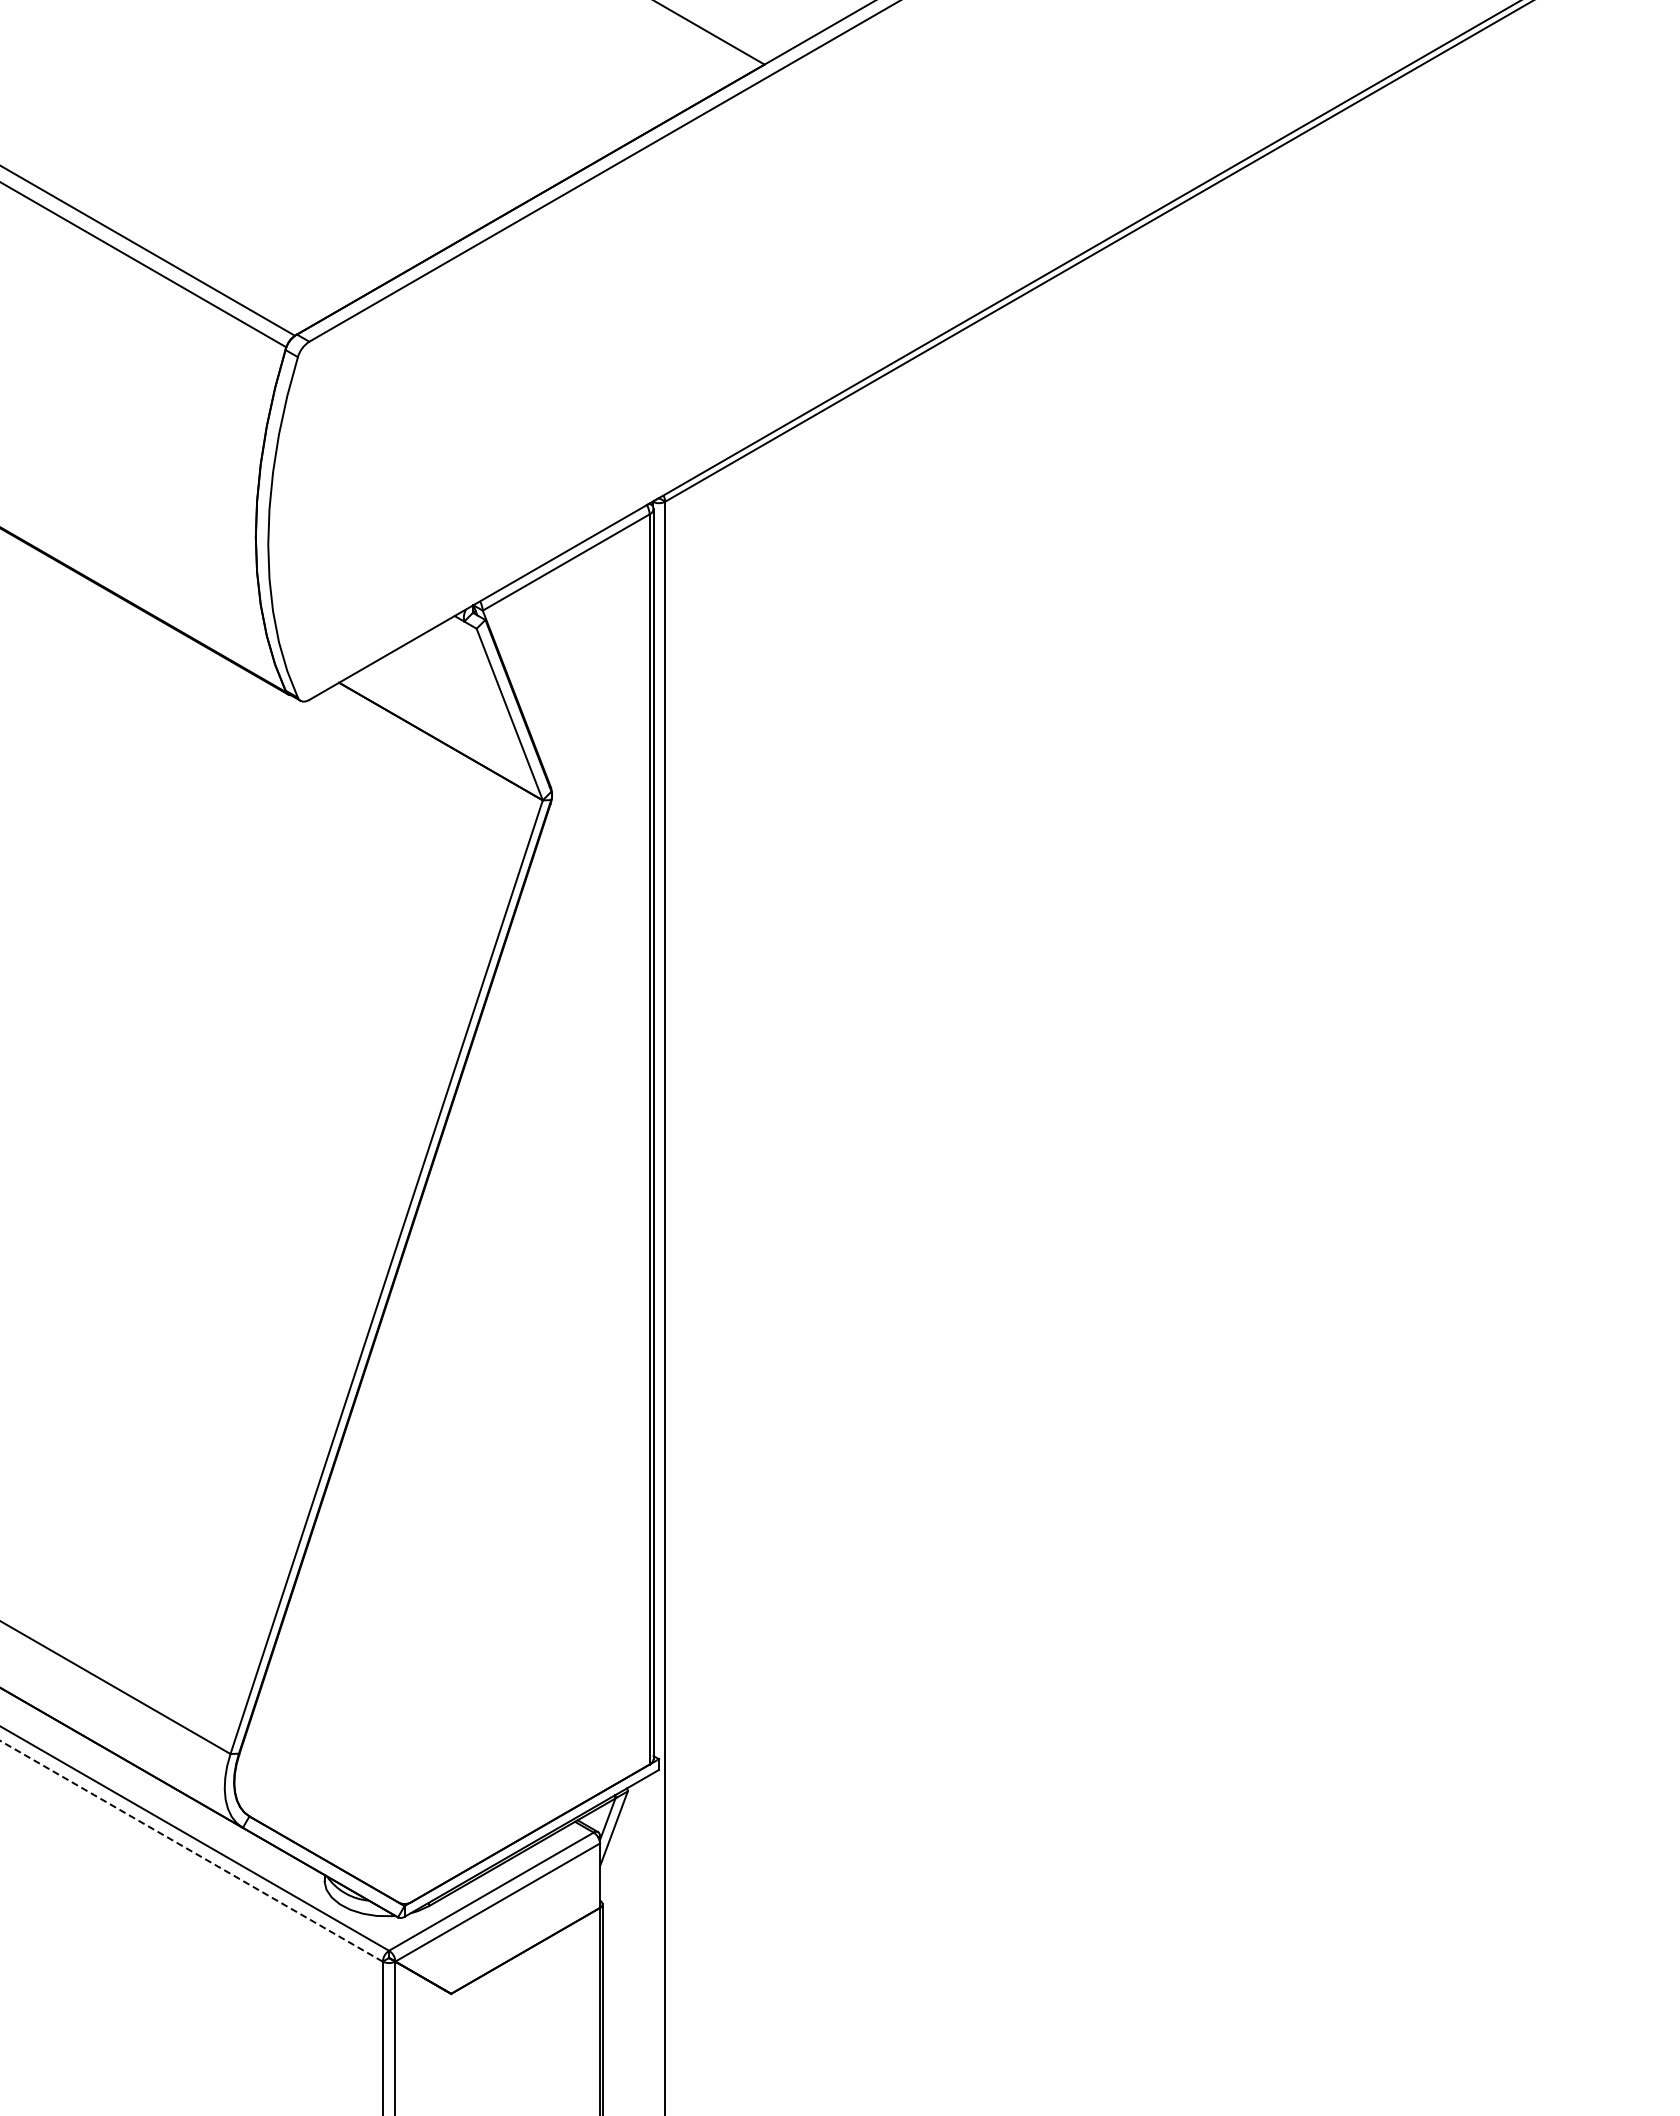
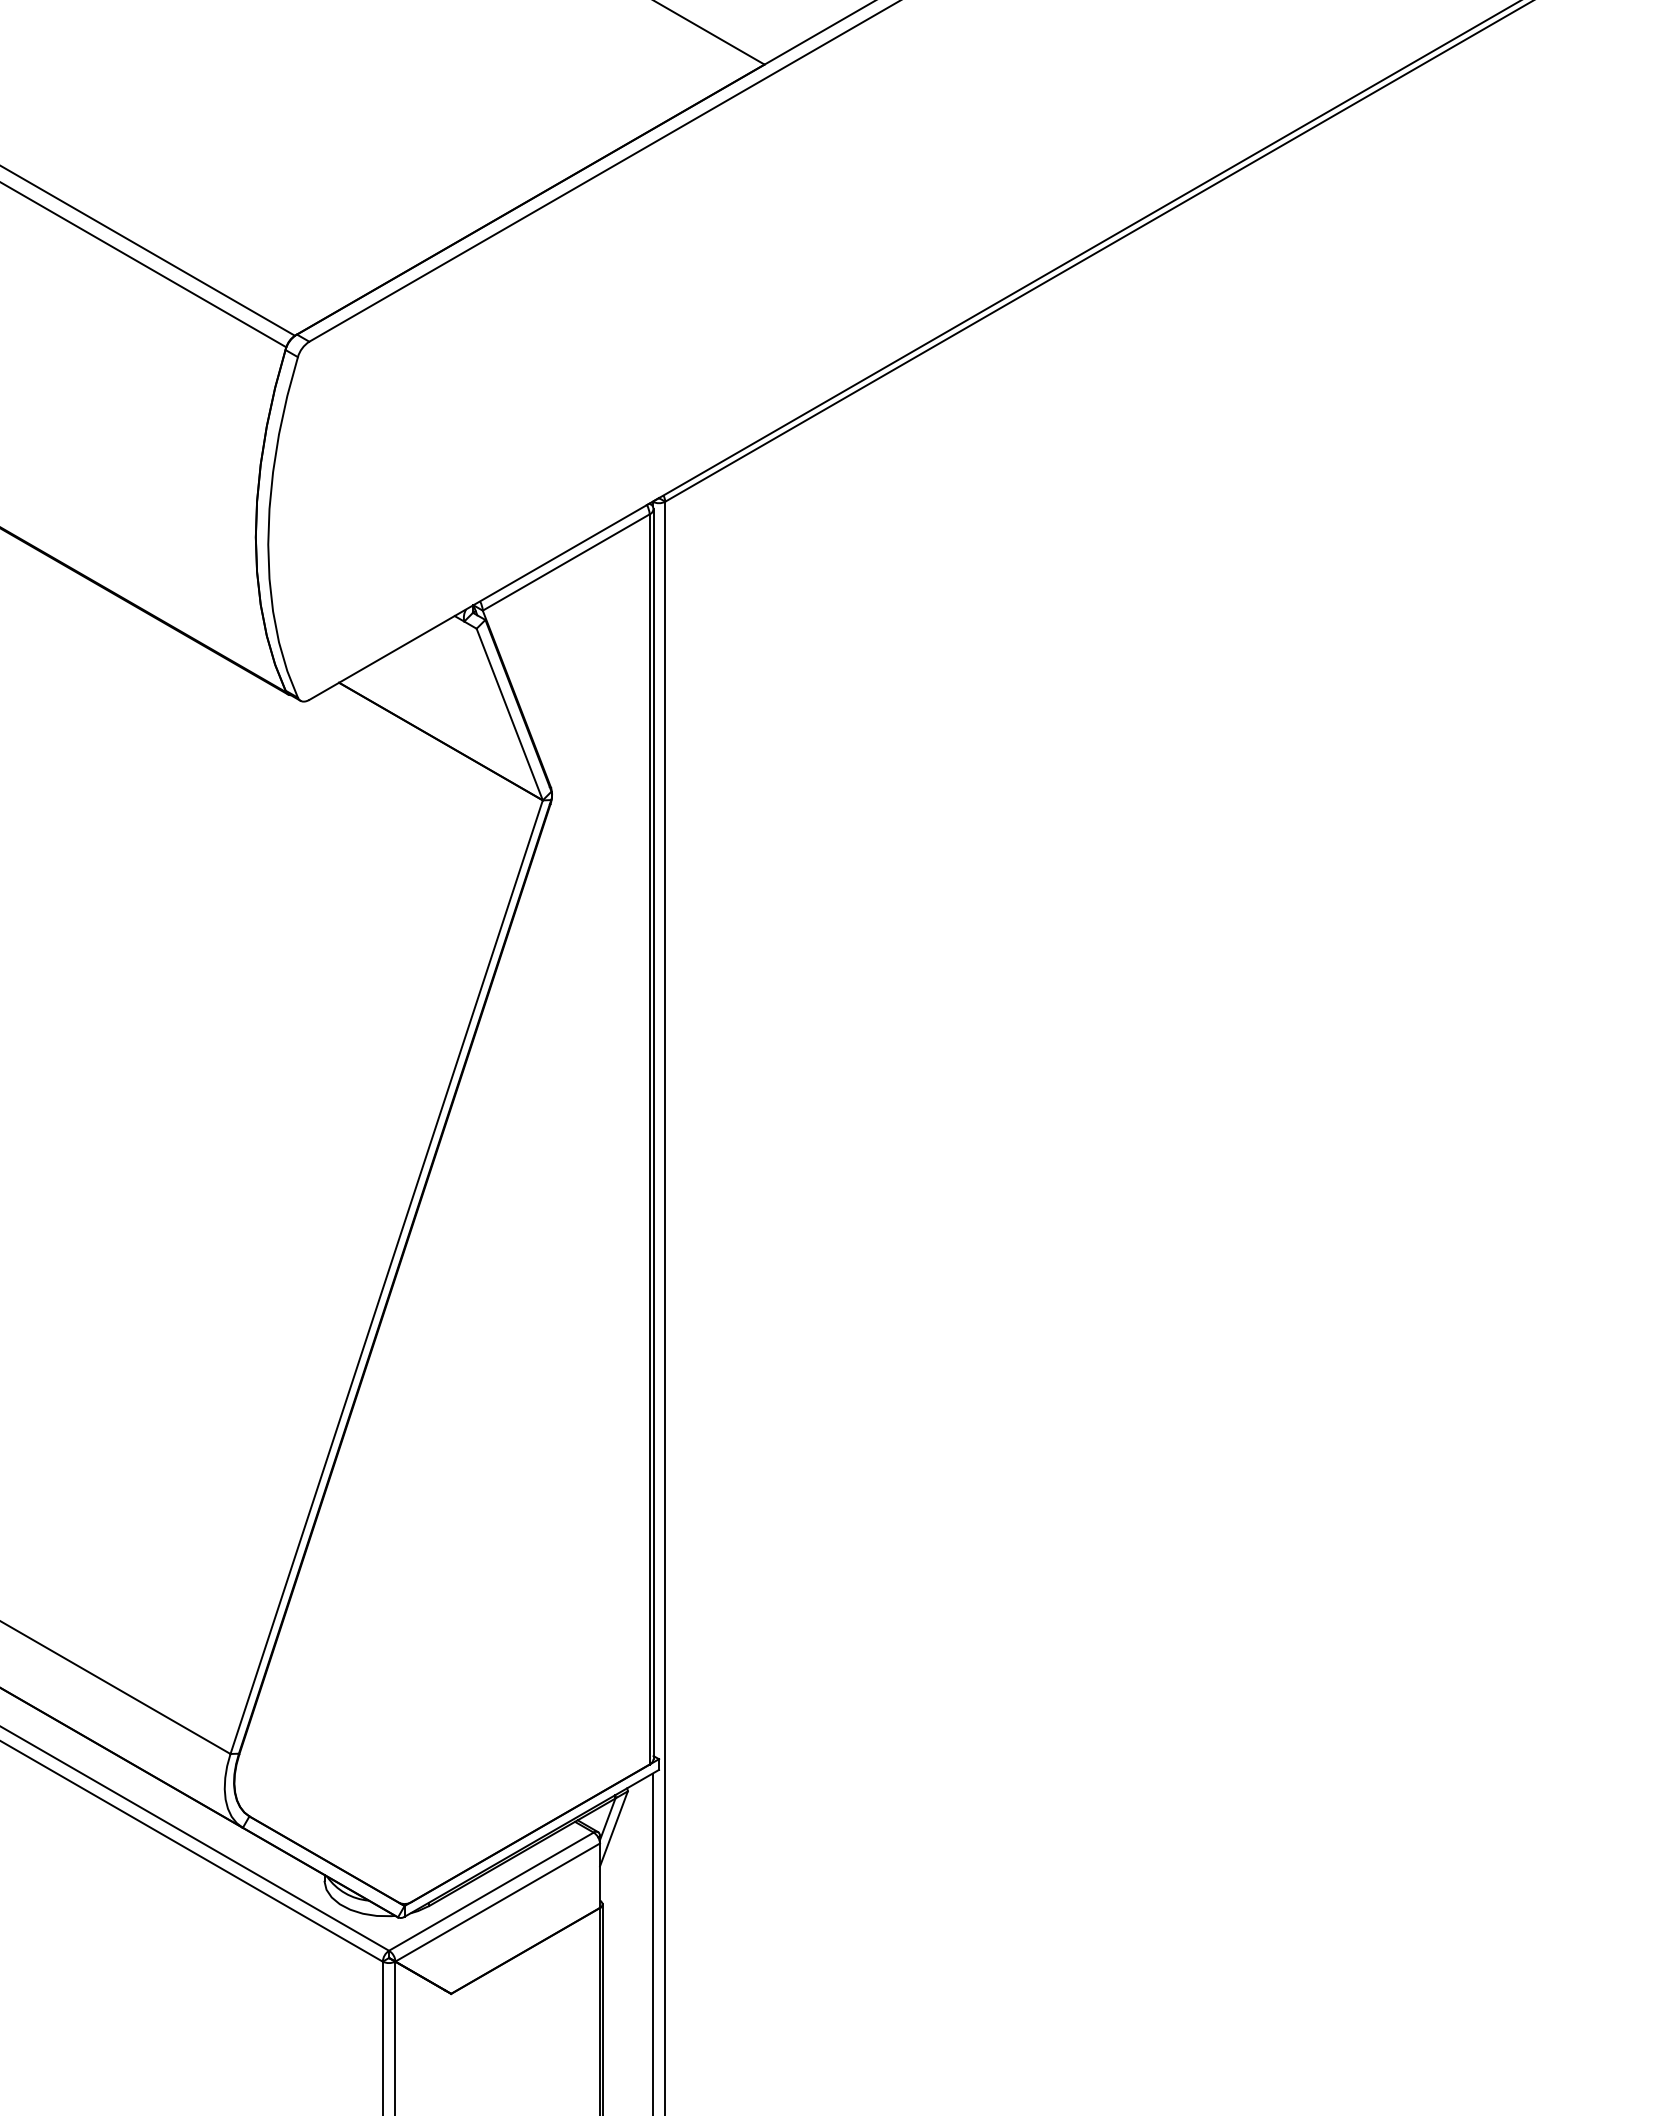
line at (191, 1851): dashed -> solid
line at (652, 1942): none -> present
